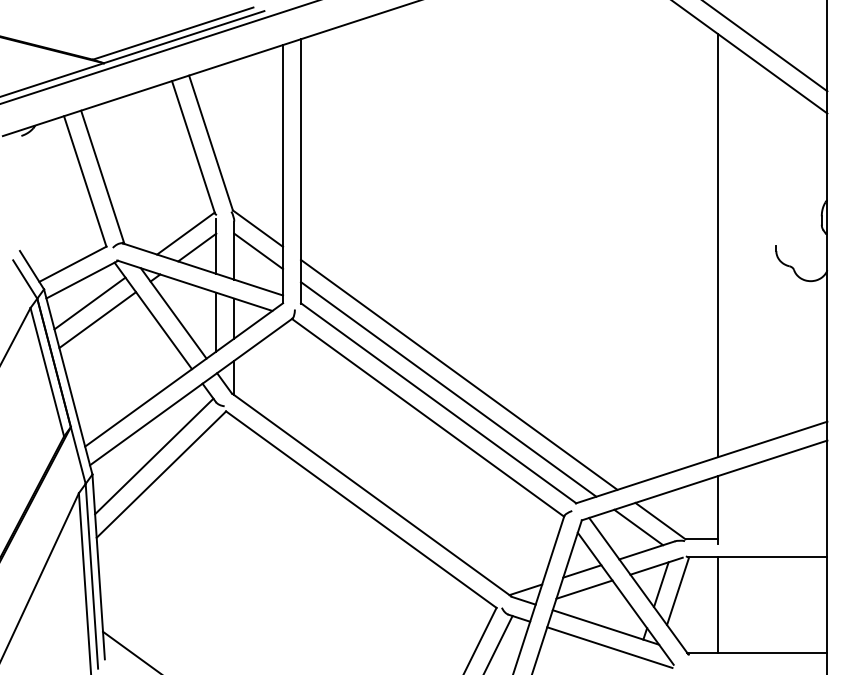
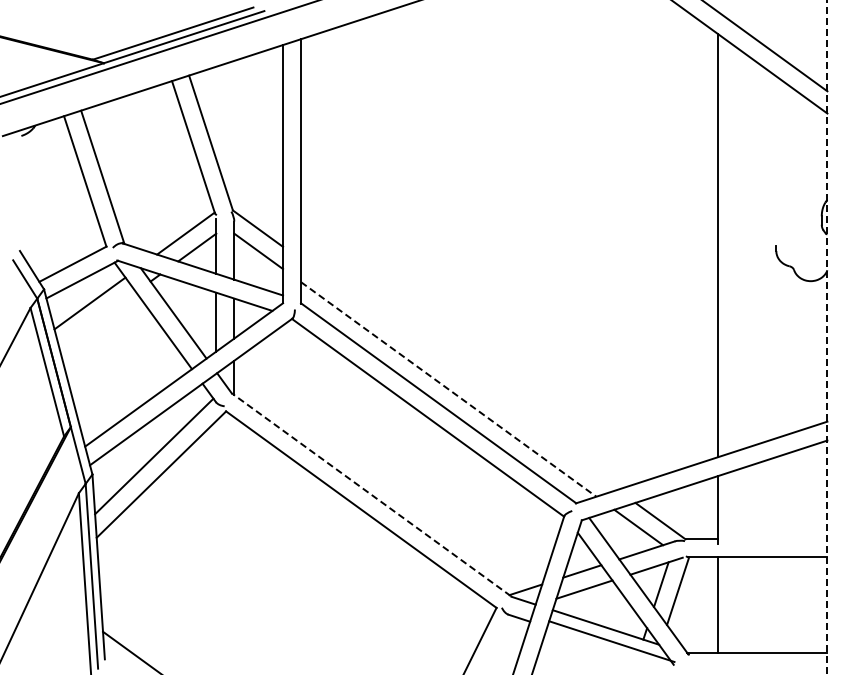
line at (97, 320): present -> none
line at (827, 336): solid -> dashed
line at (459, 374): present -> none
line at (448, 389): solid -> dashed
line at (371, 495): solid -> dashed
line at (498, 643): present -> none
line at (609, 647) position: (609, 647) -> (611, 641)
